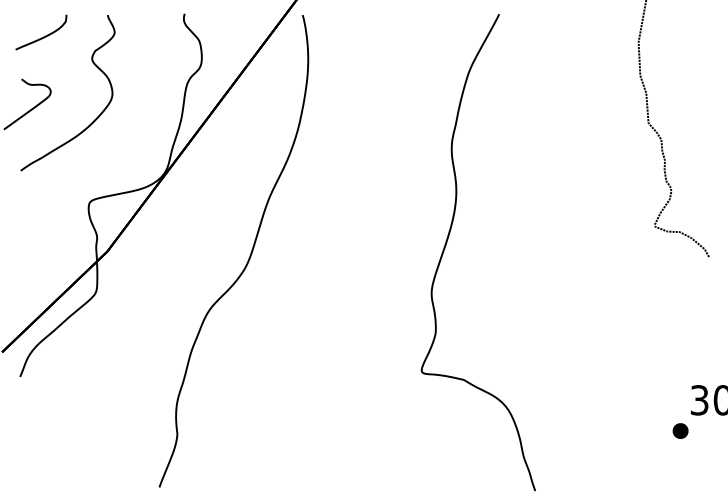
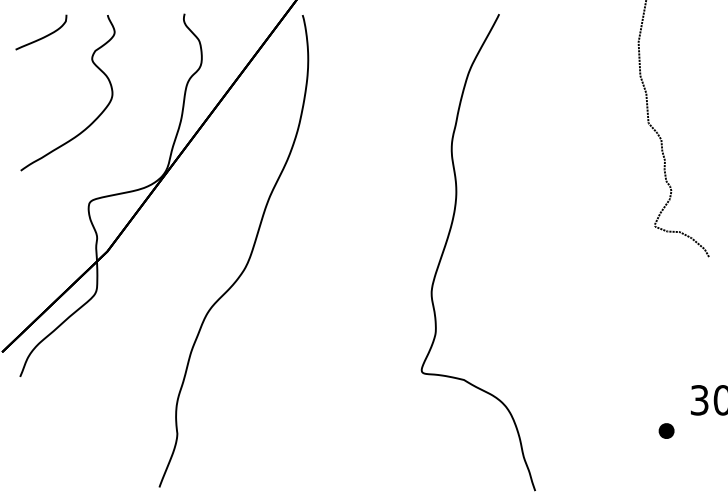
curve at (31, 108): present -> none
part at (680, 430) position: (680, 430) -> (666, 430)
